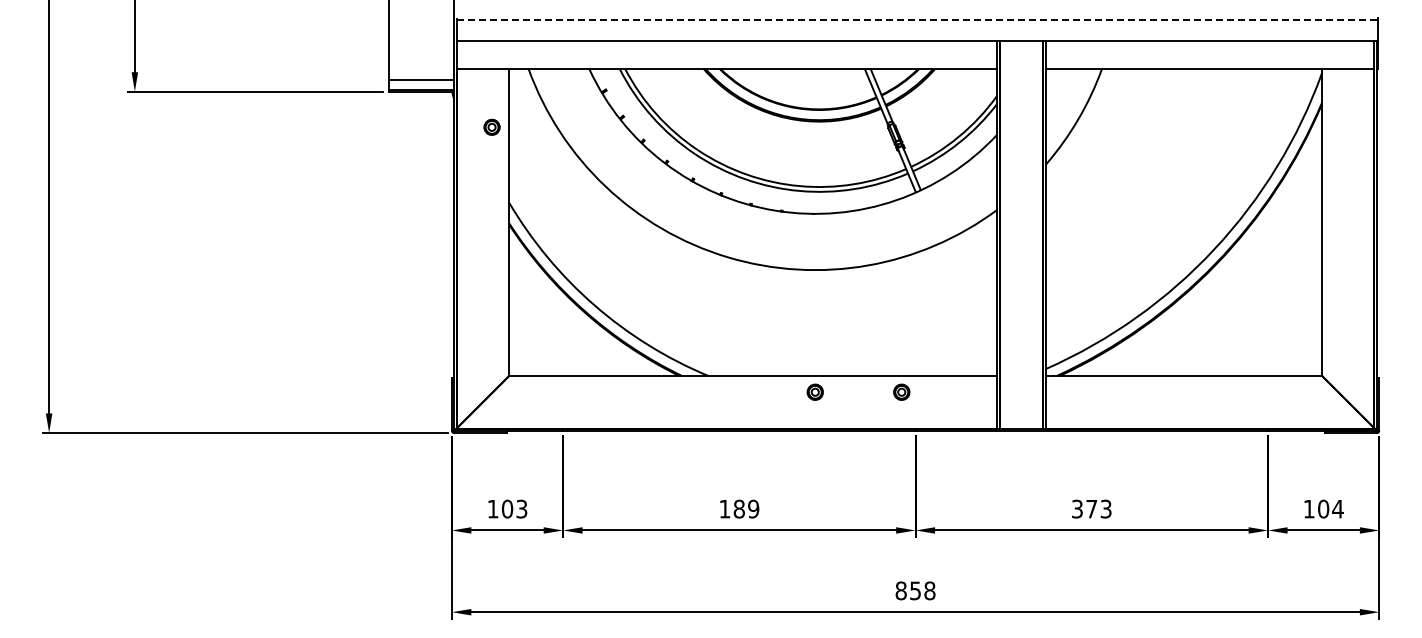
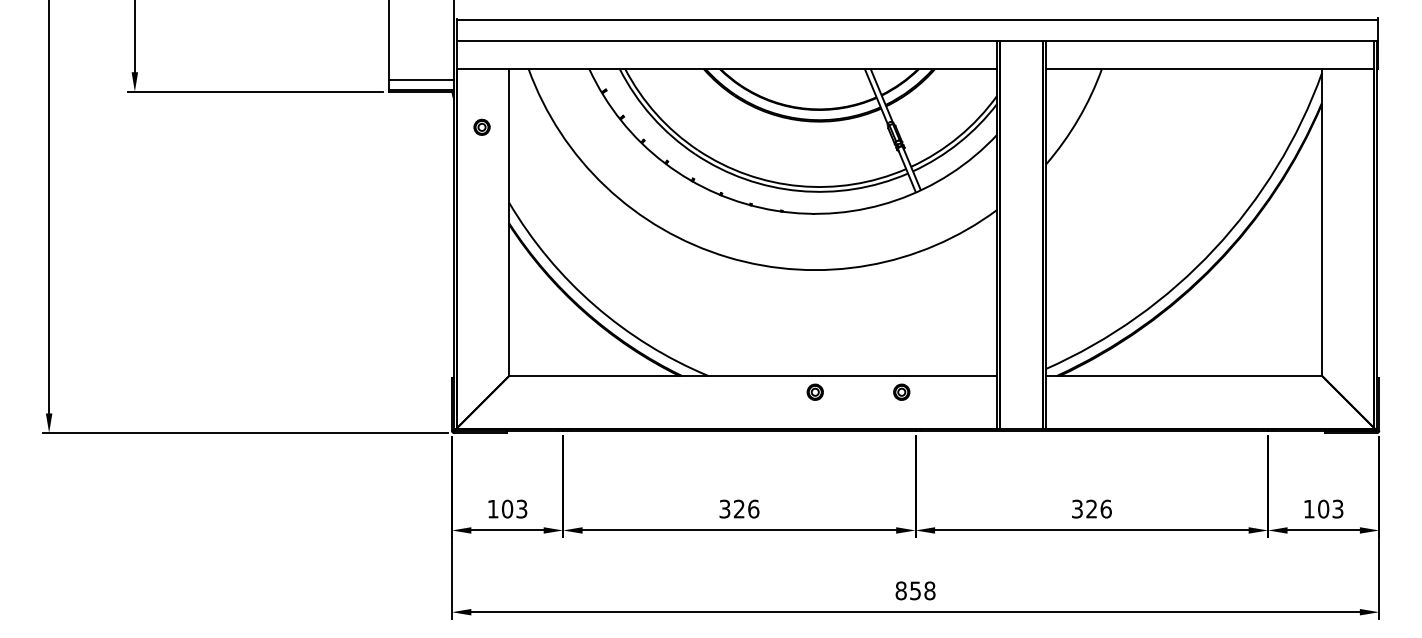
line at (917, 20): dashed -> solid
part at (491, 126) position: (491, 126) -> (481, 126)
text at (739, 508): 189 -> 326
text at (1098, 508): 373 -> 326
text at (1337, 508): 104 -> 103
